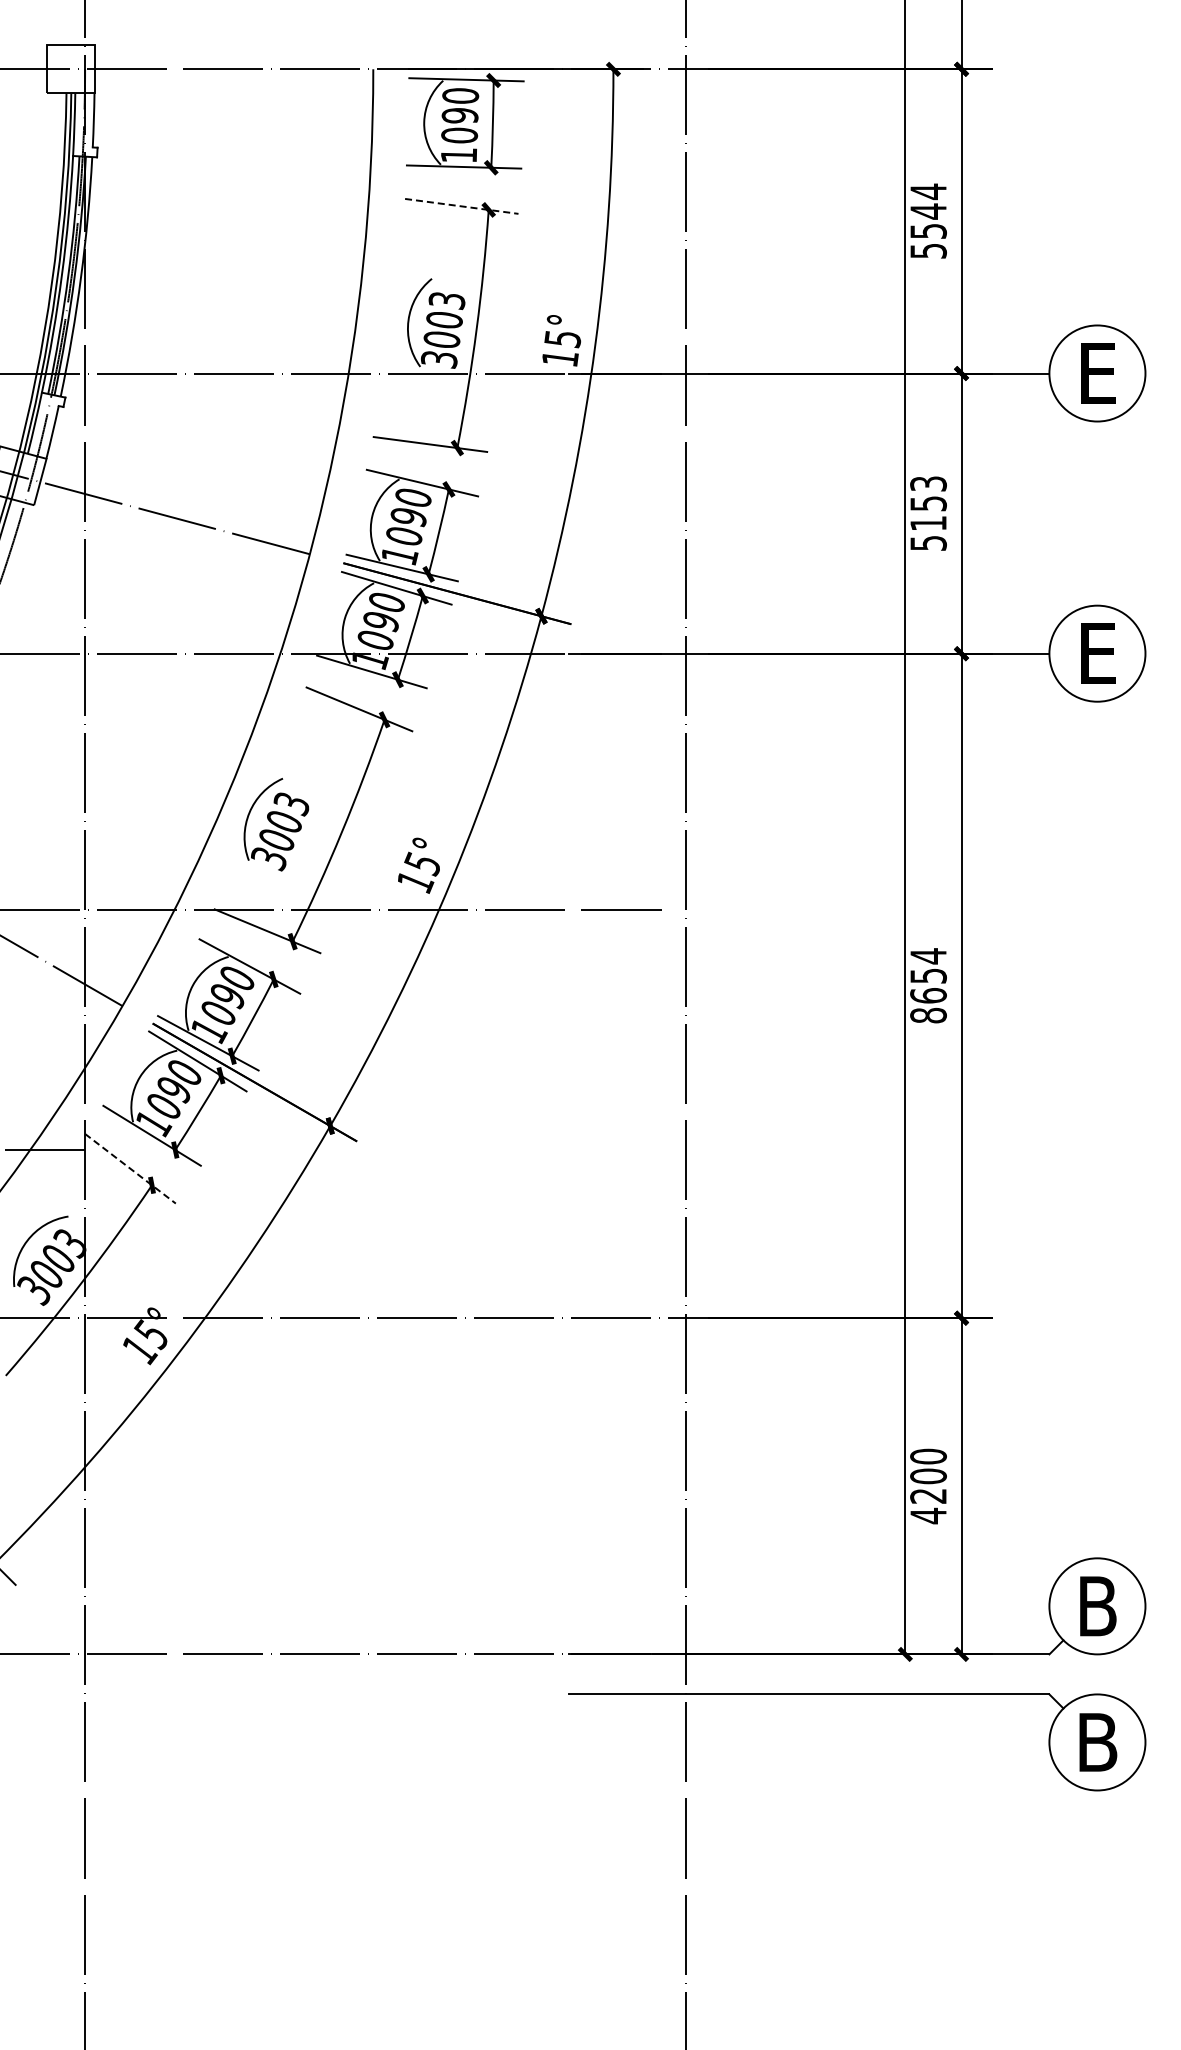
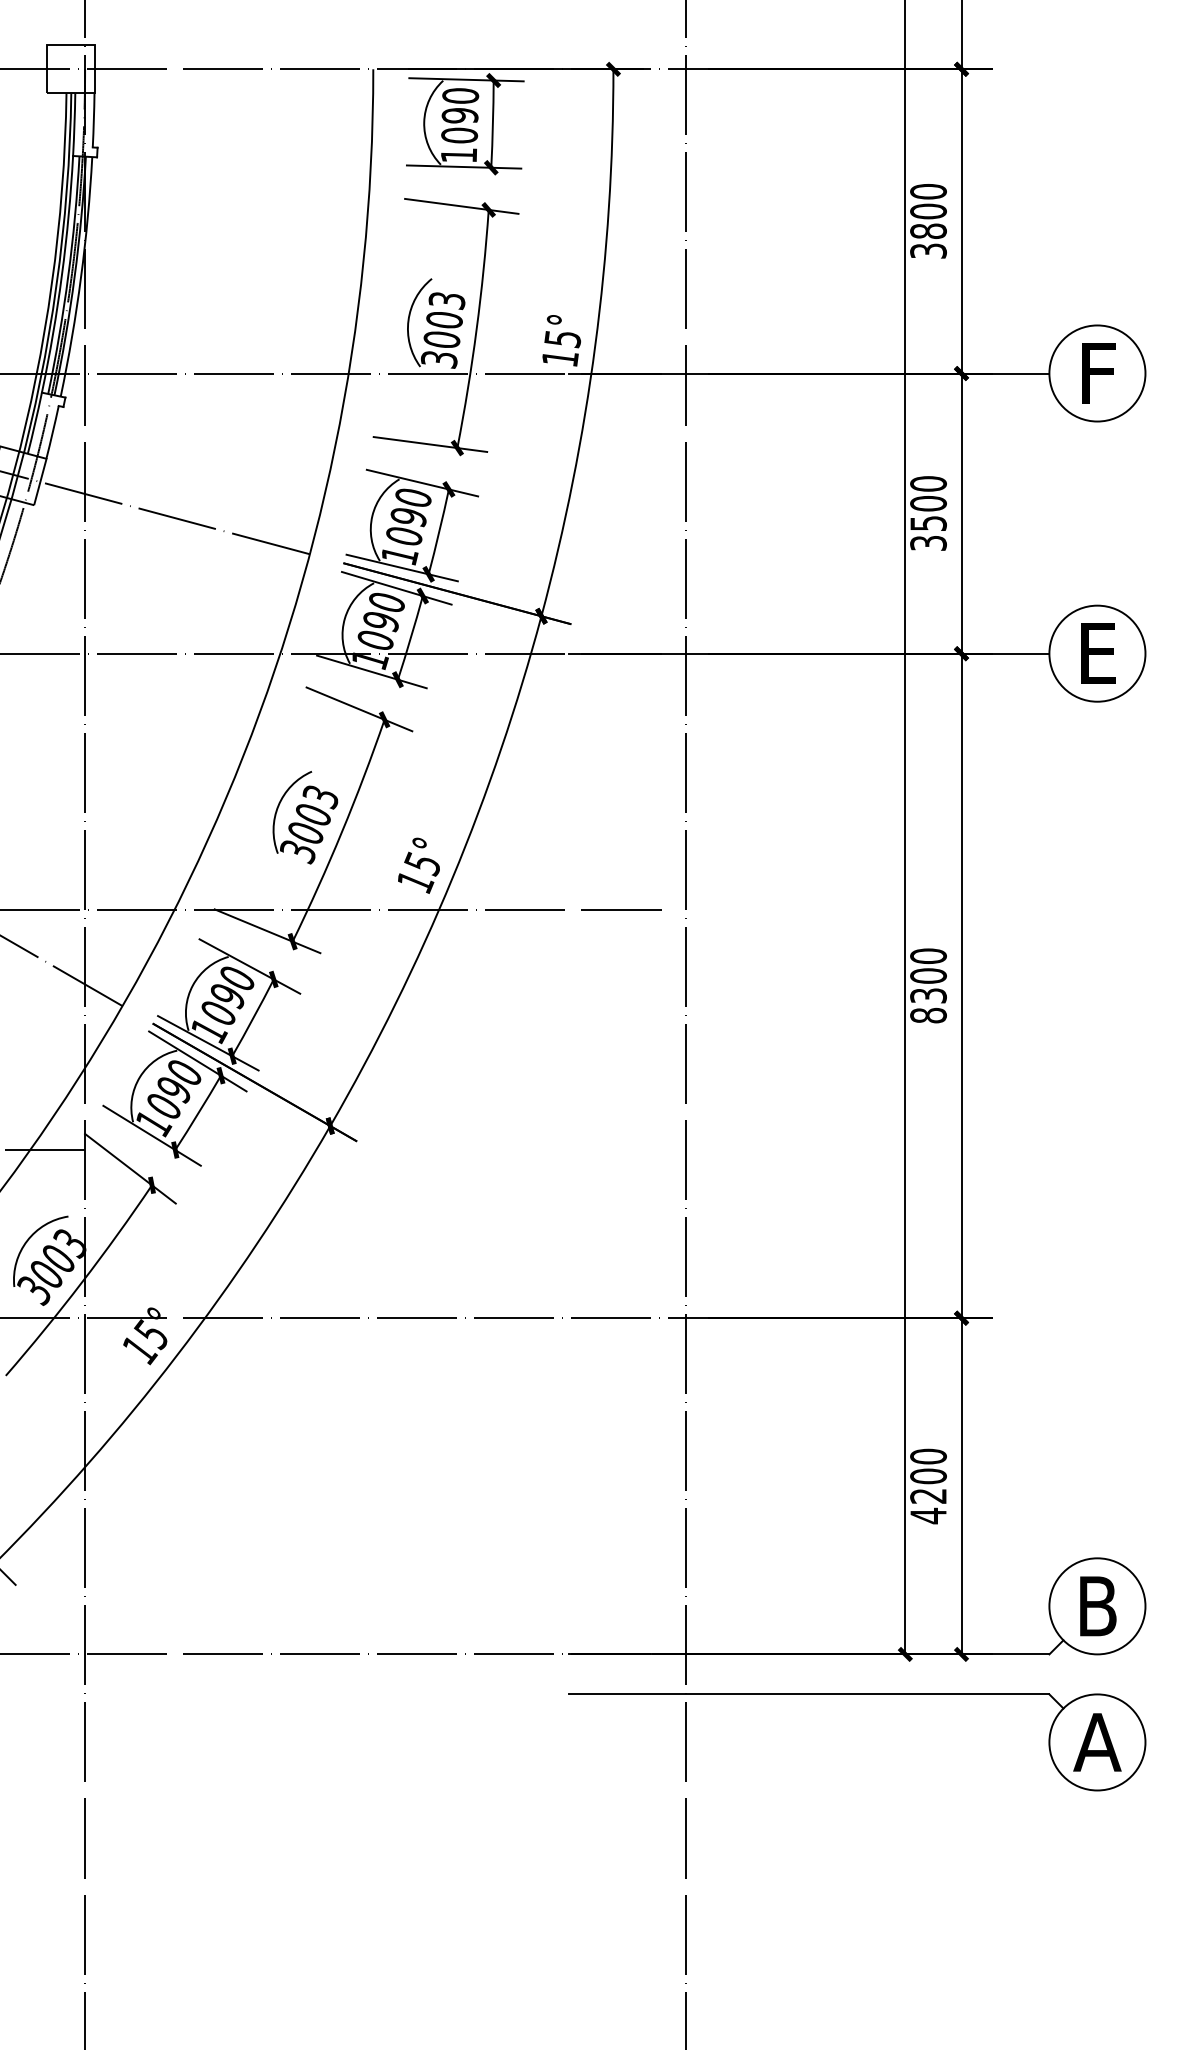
line at (462, 206): dashed -> solid
text at (928, 220): 5544 -> 3800
text at (1098, 373): E -> F
text at (928, 513): 5153 -> 3500
part at (276, 824) position: (276, 824) -> (305, 817)
text at (928, 975): 8654 -> 8300
line at (130, 1169): dashed -> solid
text at (1097, 1742): B -> A
